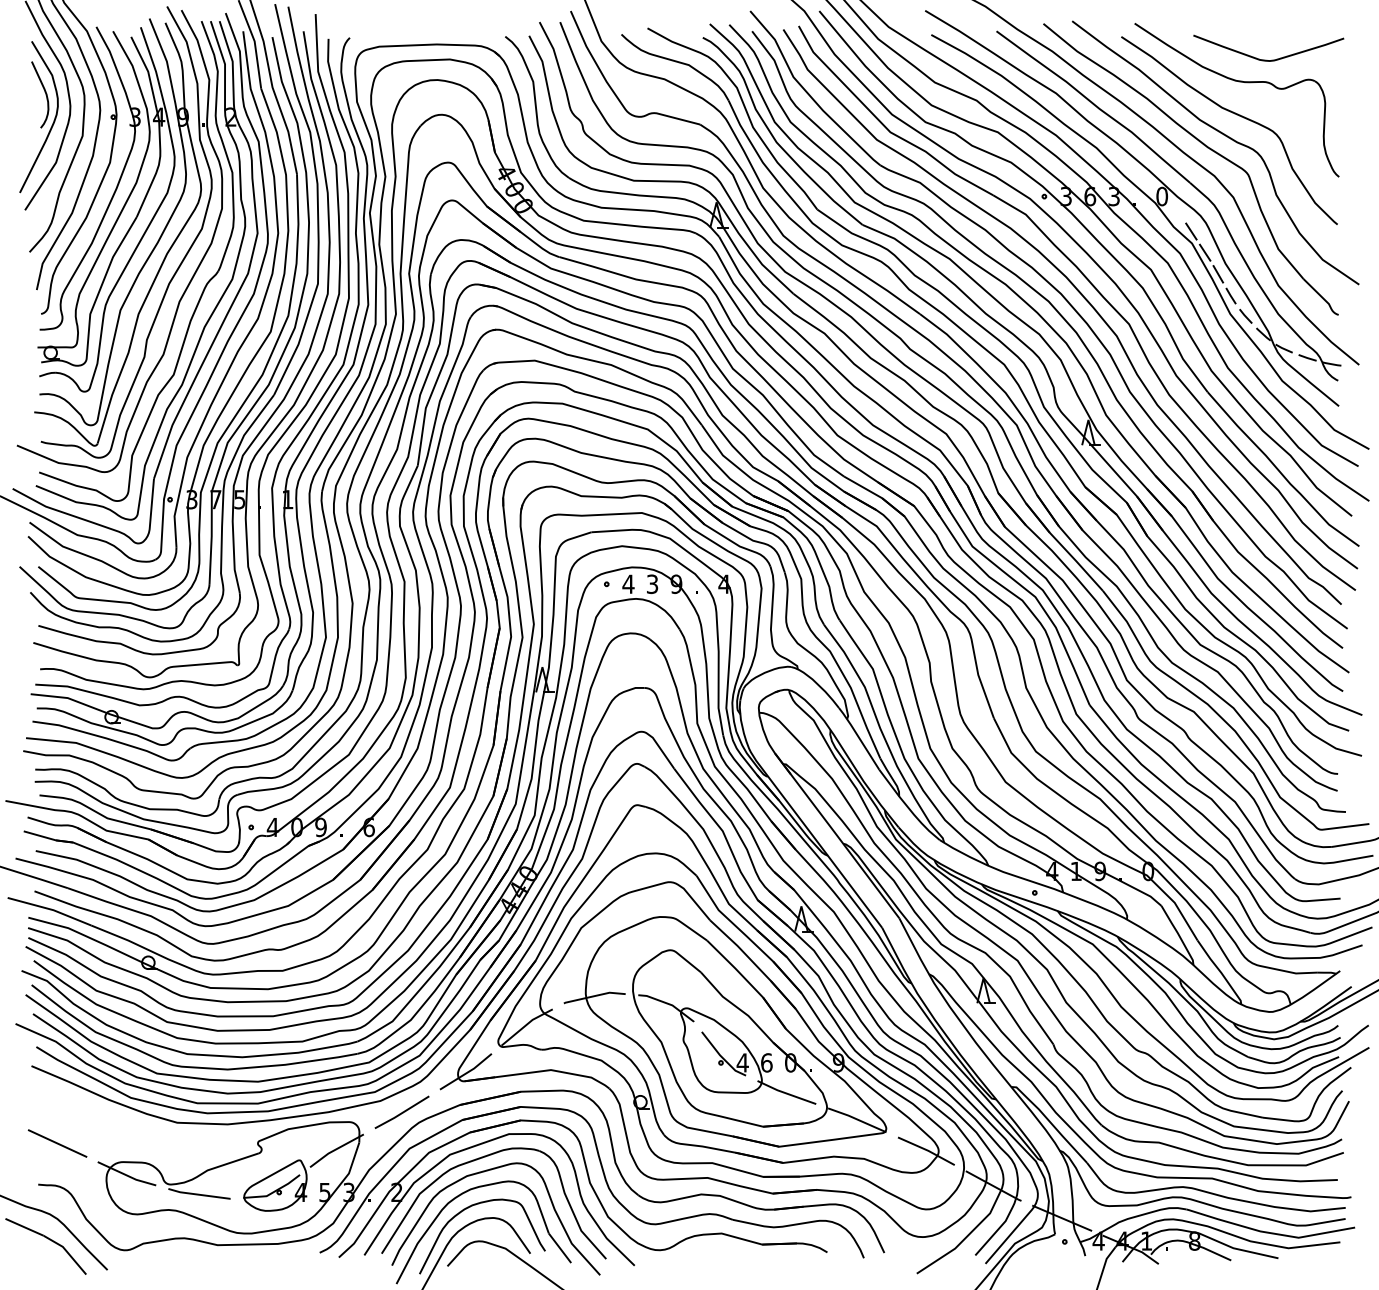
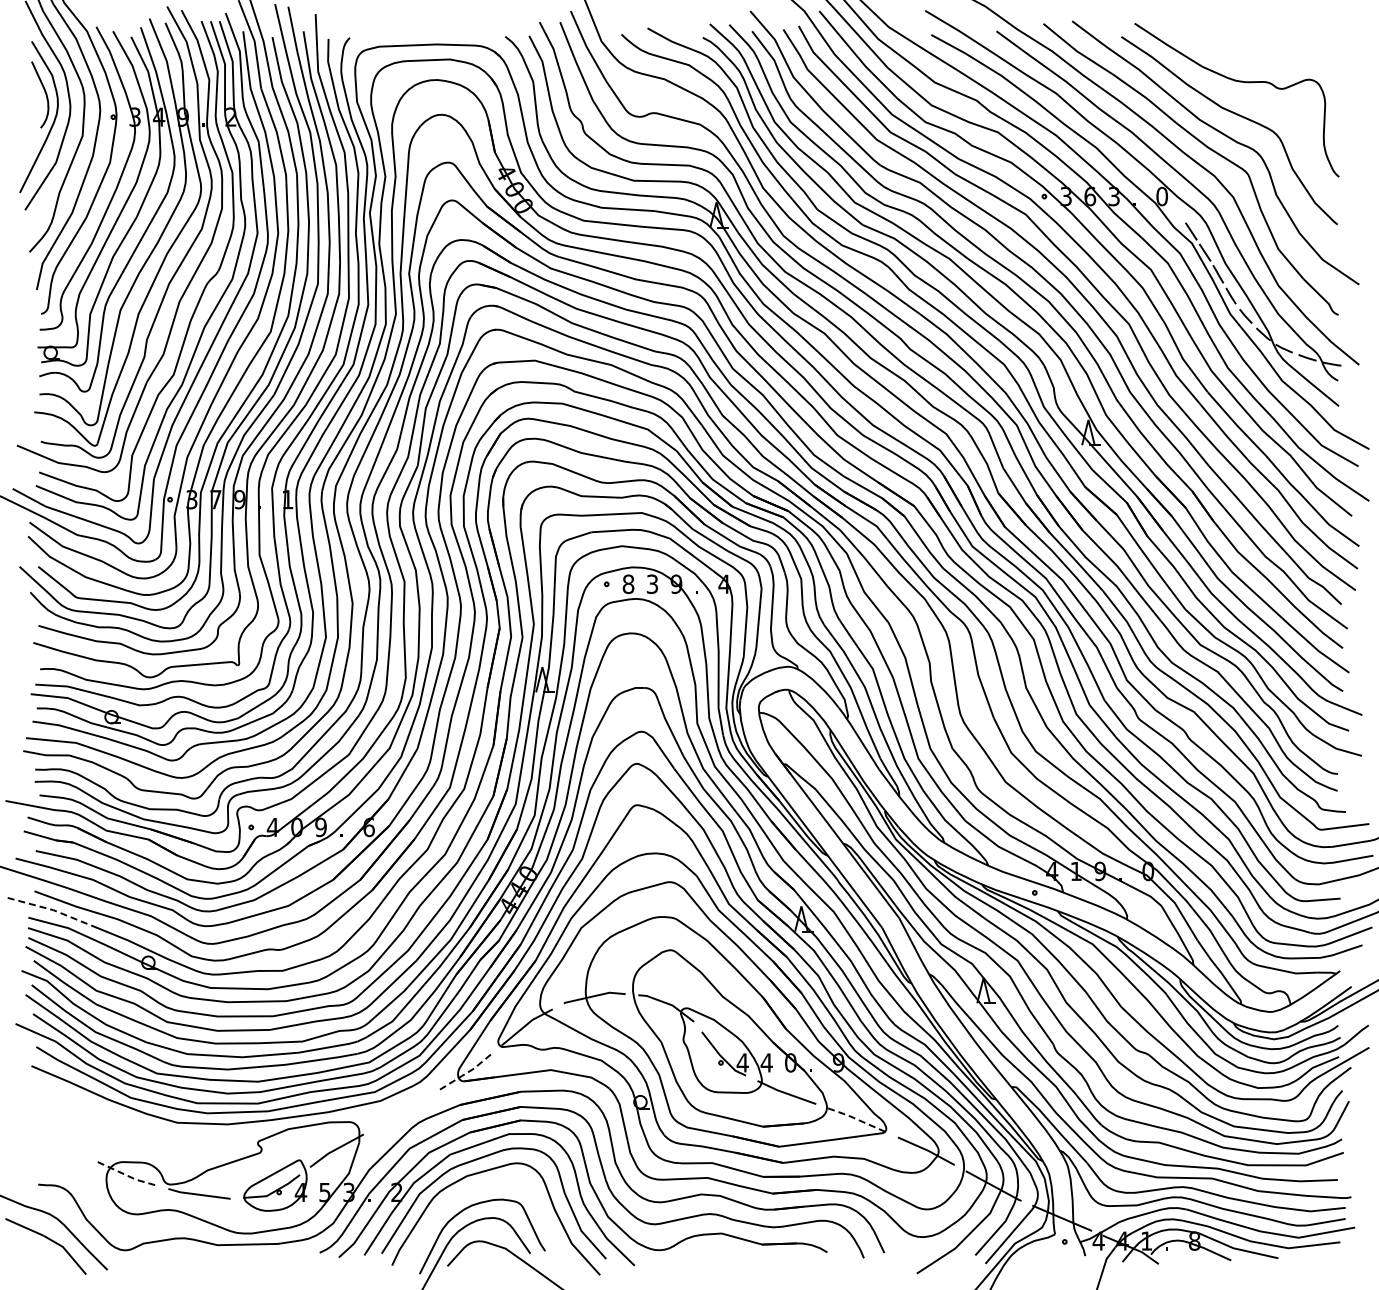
curve at (1266, 59): present -> none
text at (239, 499): 5 -> 9
text at (628, 584): 4 -> 8
line at (50, 909): solid -> dashed
text at (766, 1062): 6 -> 4
line at (467, 1072): solid -> dashed
line at (402, 1111): present -> none
line at (857, 1119): solid -> dashed
line at (57, 1143): present -> none
line at (127, 1175): solid -> dashed
part at (458, 1197): present -> none
